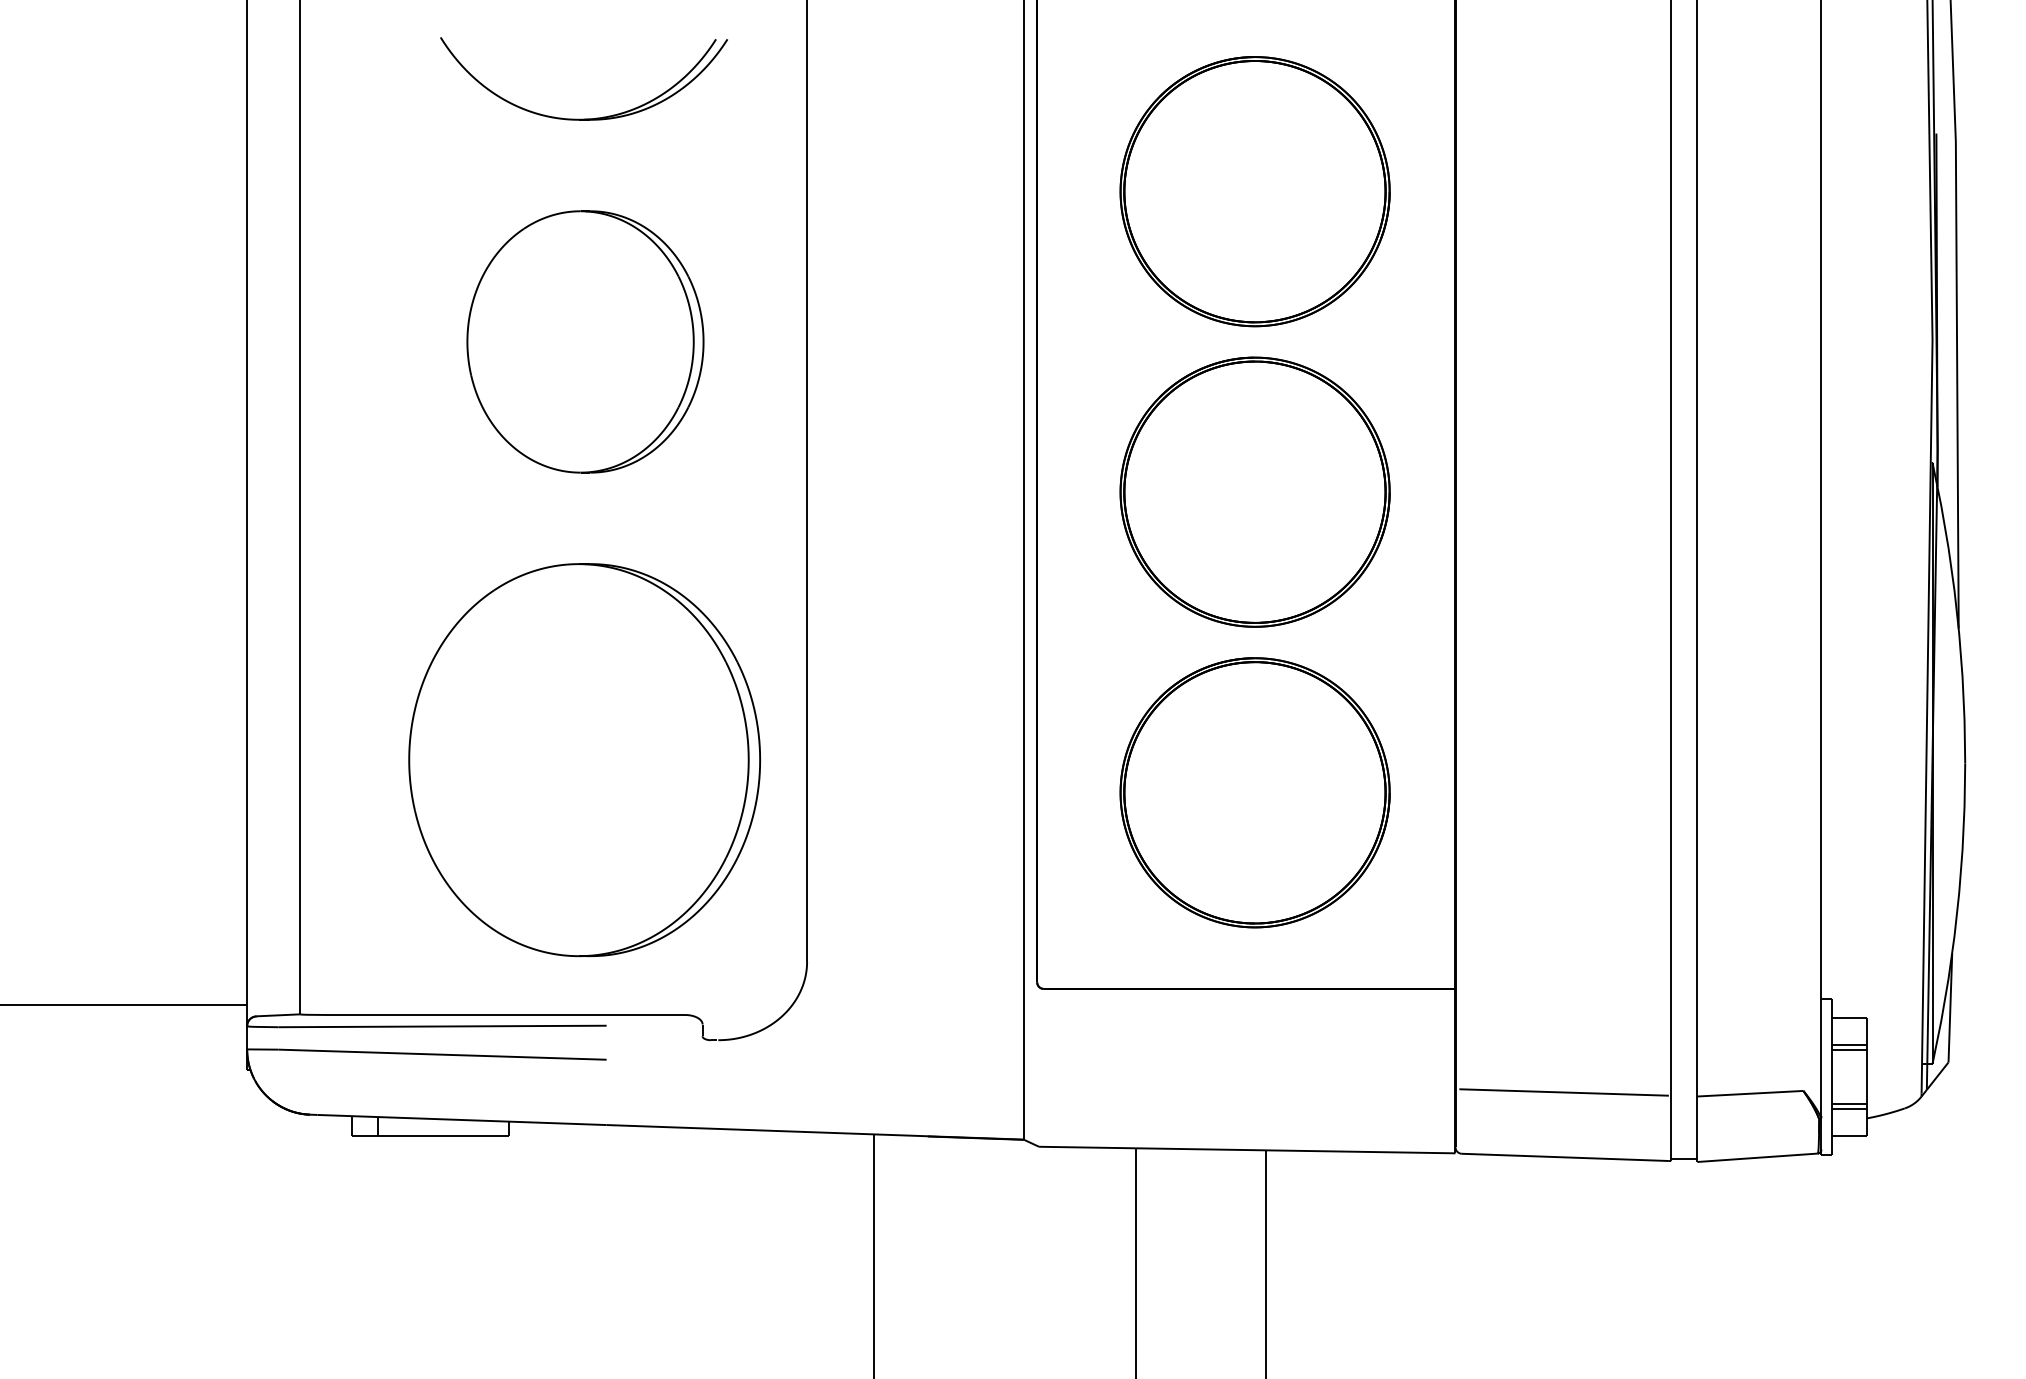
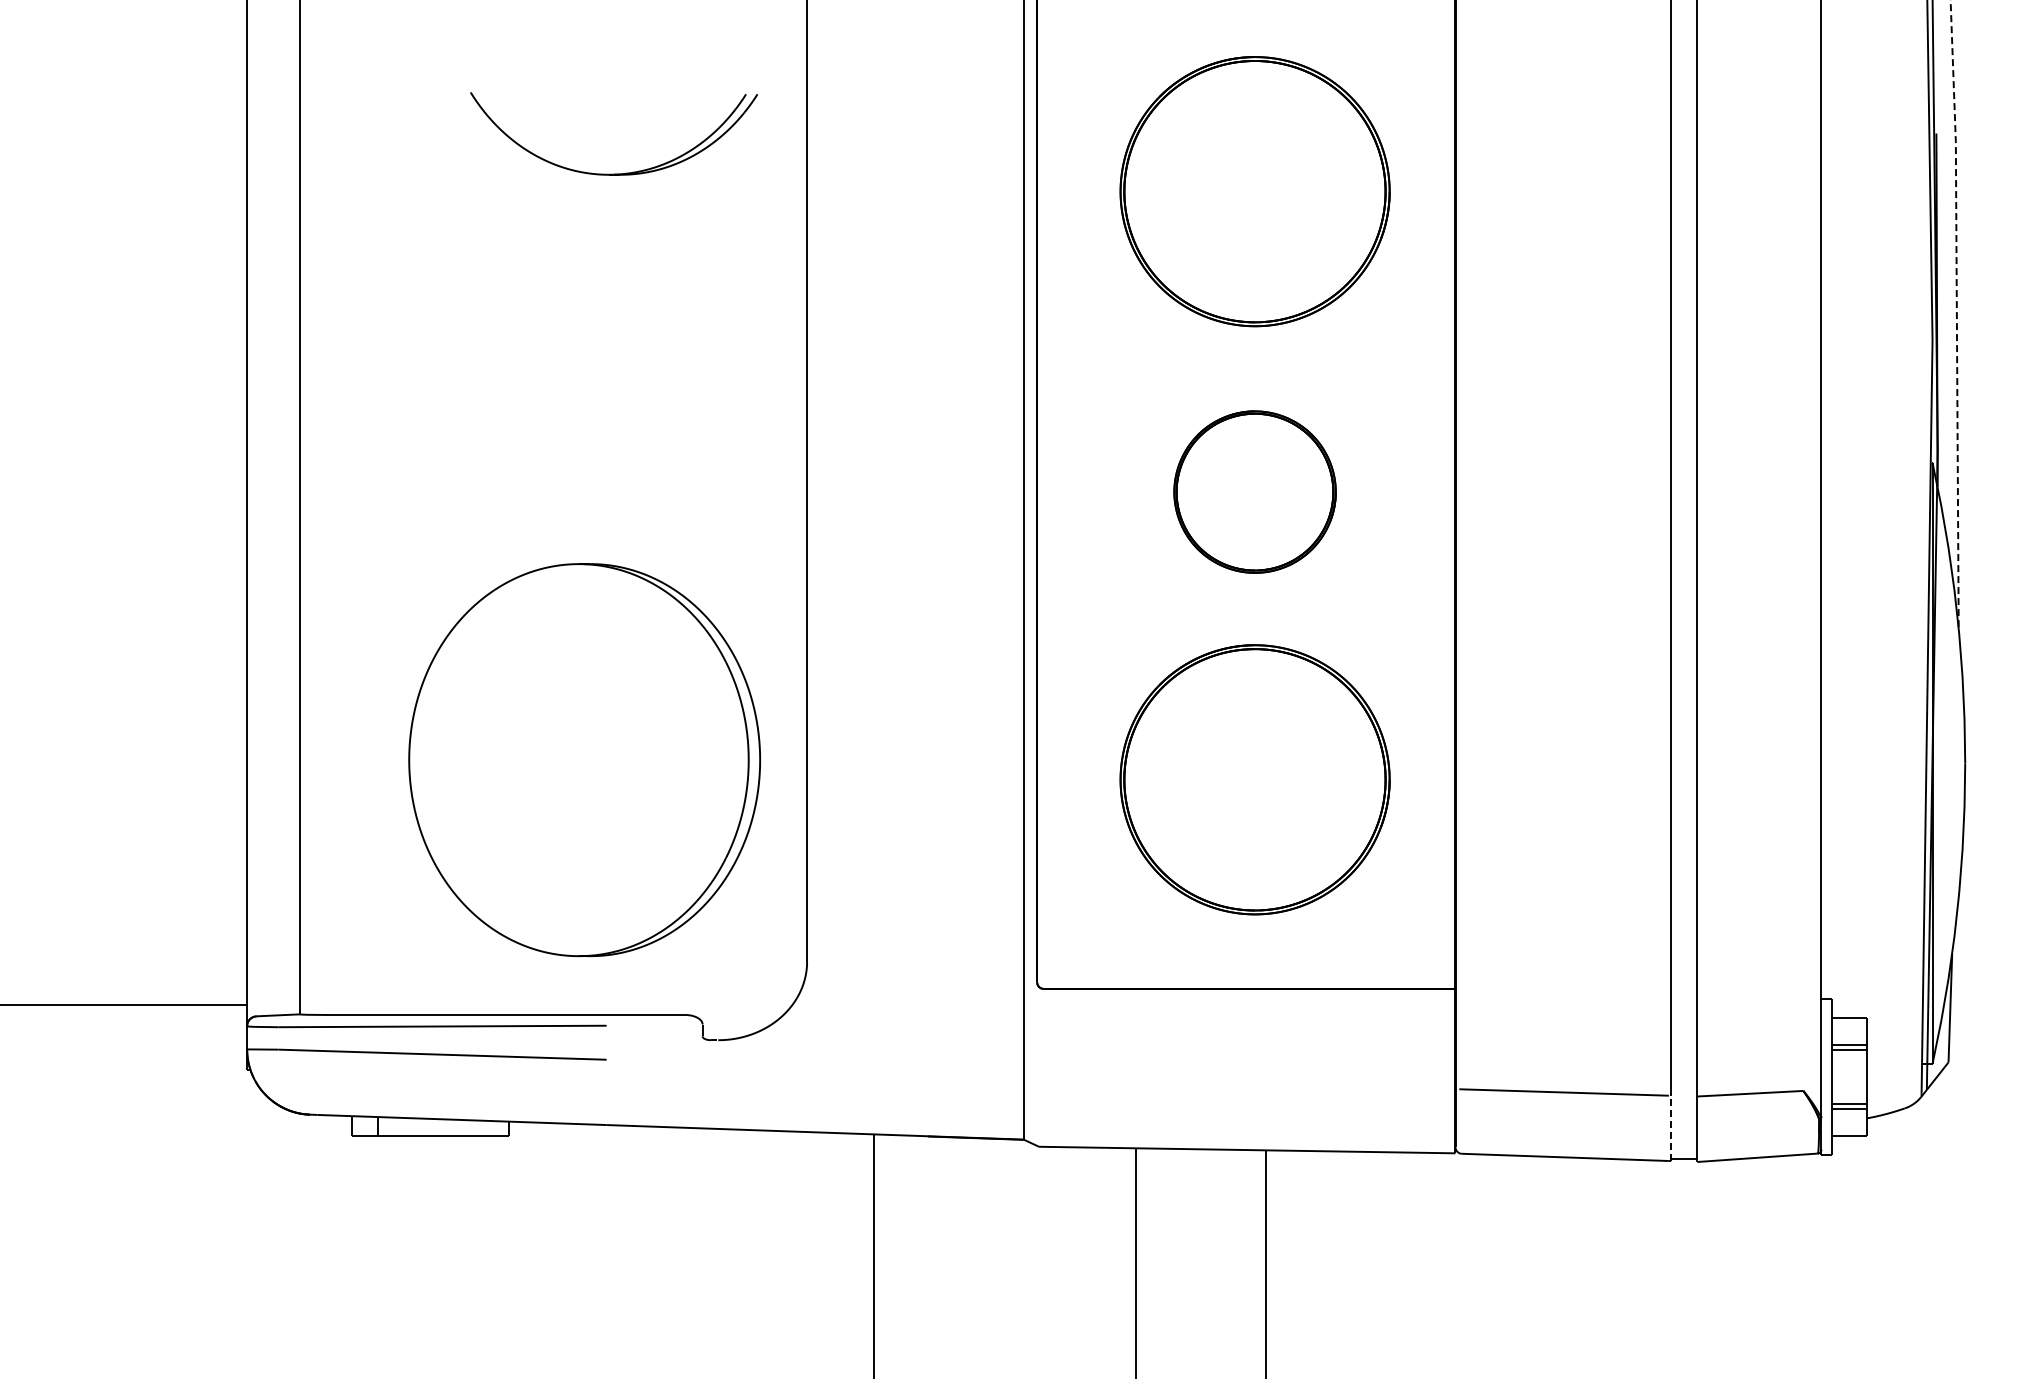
part at (583, 118) position: (583, 118) -> (613, 173)
line at (1956, 314): solid -> dashed
part at (585, 341): present -> none
part at (1254, 491) size: 272x272 px -> 164x164 px
part at (1254, 792) position: (1254, 792) -> (1254, 779)
line at (1671, 1128): solid -> dashed
